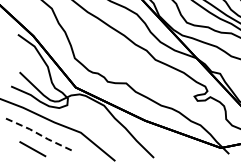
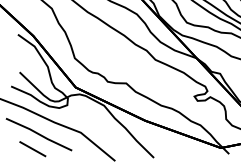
line at (39, 134): dashed -> solid
